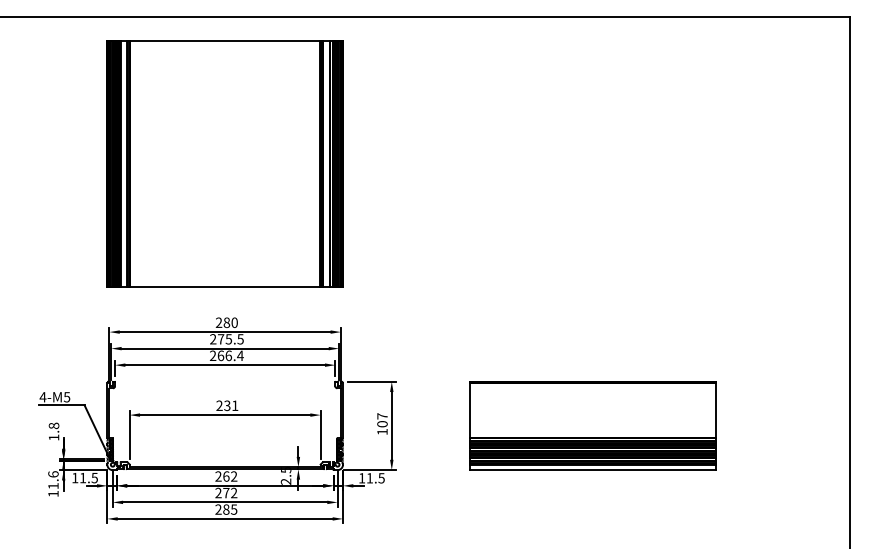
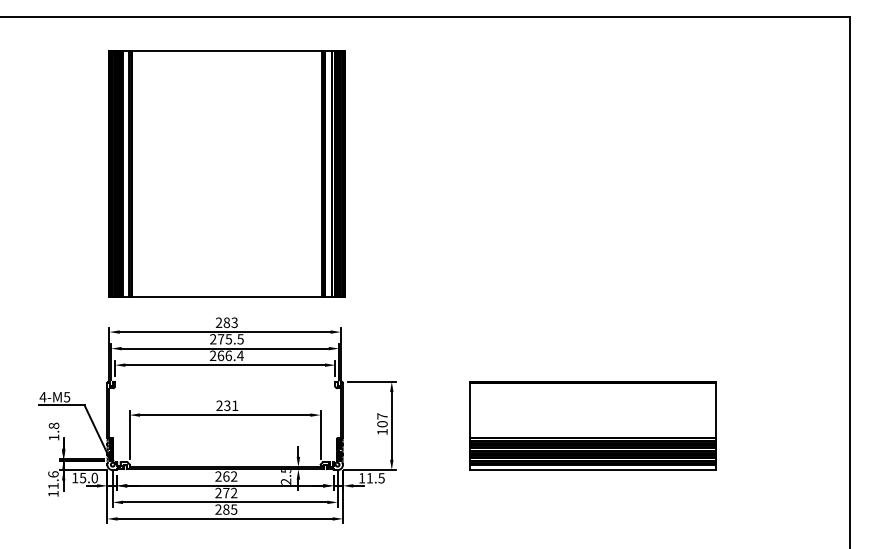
part at (224, 163) position: (224, 163) -> (226, 173)
text at (234, 322): 280 -> 283
text at (88, 477): 11.5 -> 15.0
